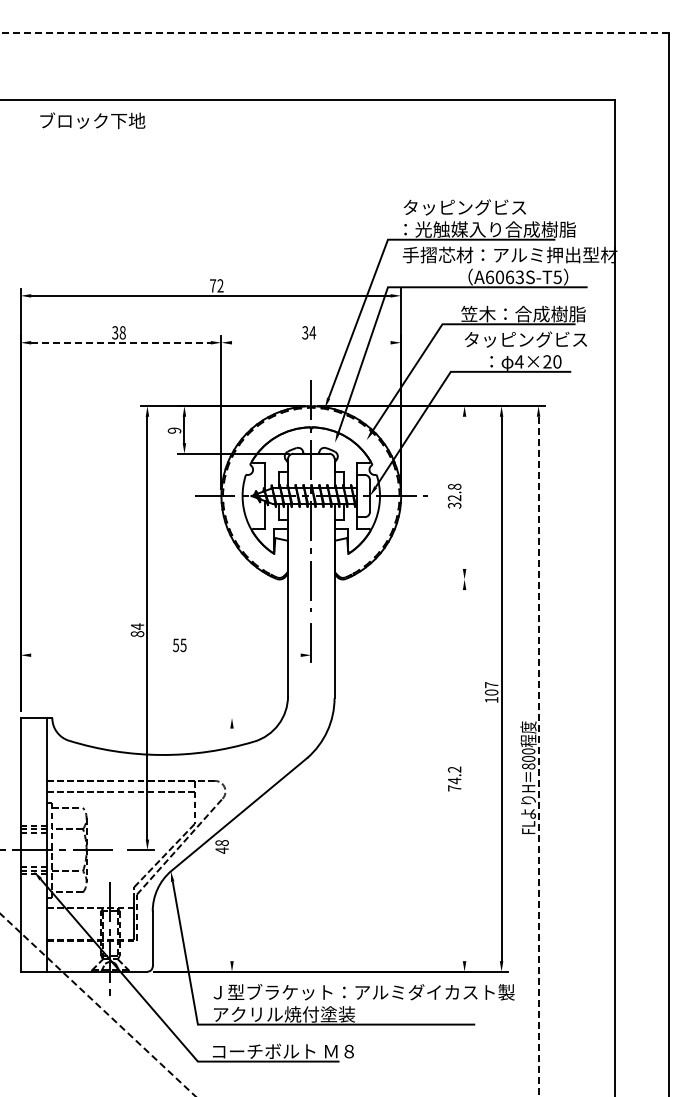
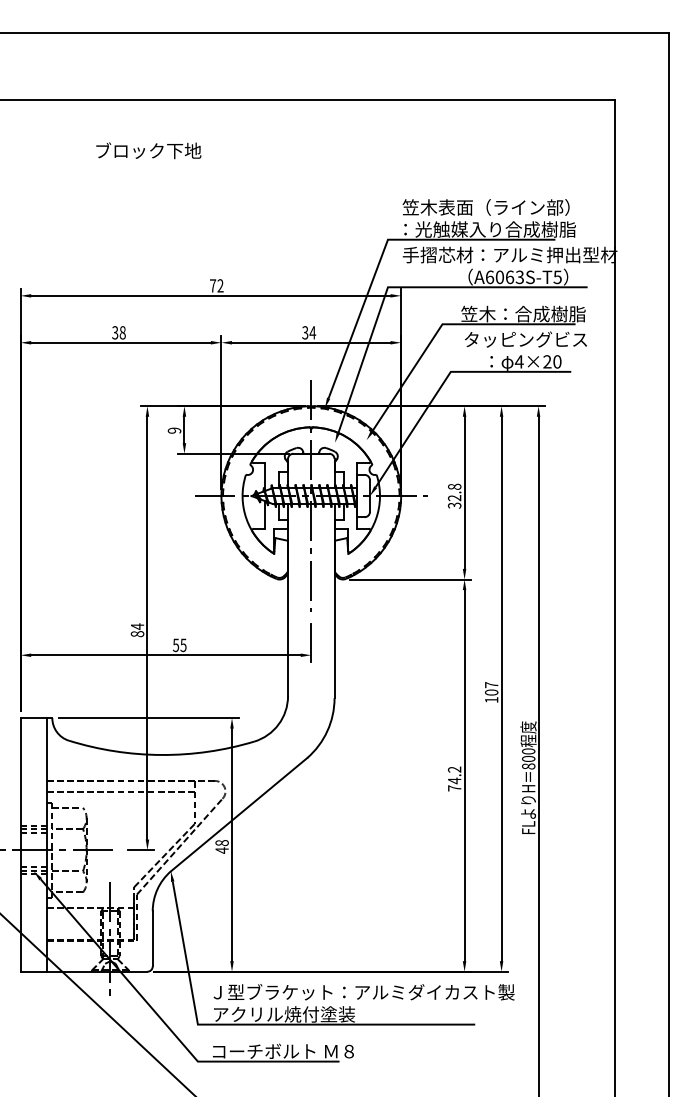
line at (334, 32): dashed -> solid
text at (92, 120) position: (92, 120) -> (148, 150)
text at (485, 207): タッピングビス -> 笠木表面（ライン部）
line at (121, 342): dashed -> solid
line at (311, 342): none -> present
line at (464, 492): none -> present
line at (410, 579): none -> present
line at (165, 655): none -> present
line at (148, 718): none -> present
line at (538, 756): dashed -> solid
line at (464, 775): none -> present
line at (232, 844): none -> present
line at (97, 1005): dashed -> solid
